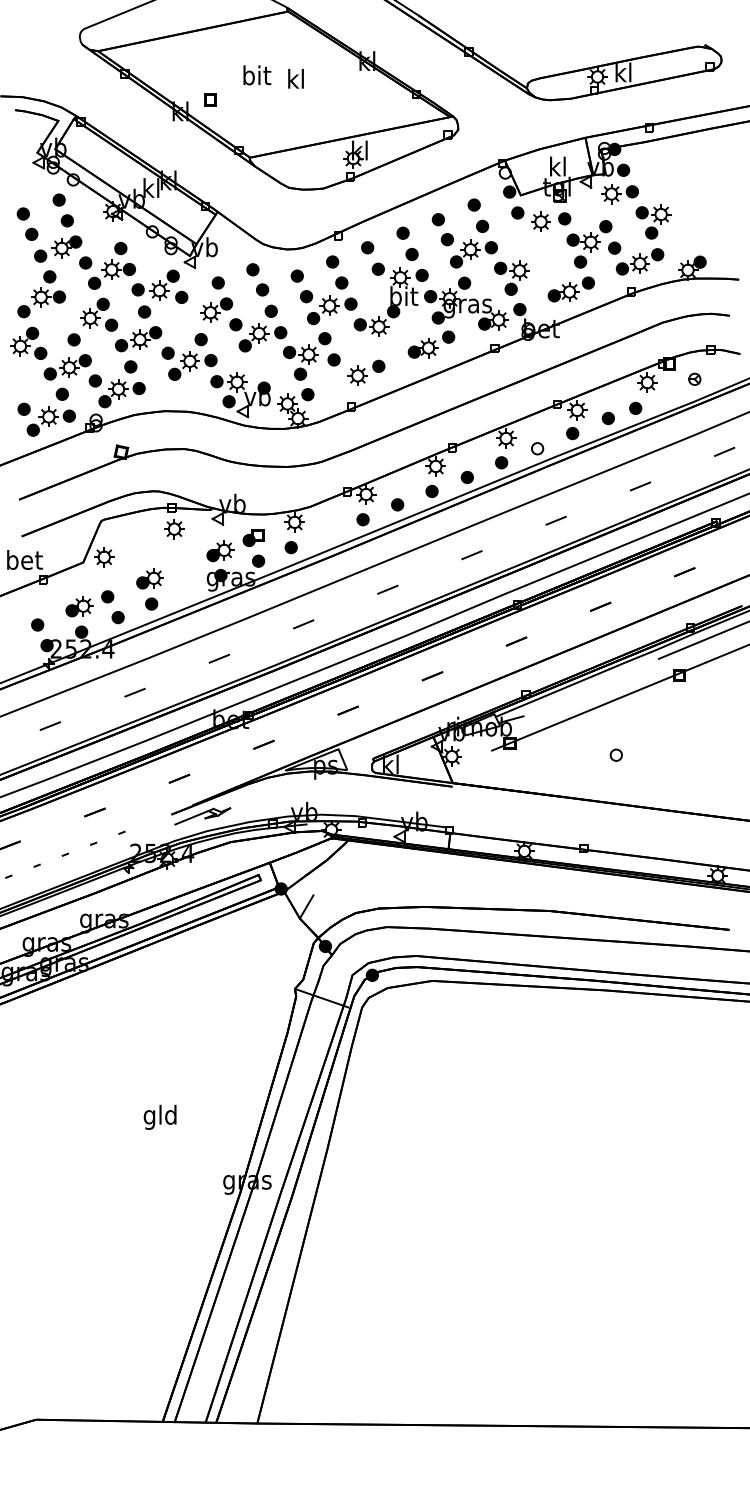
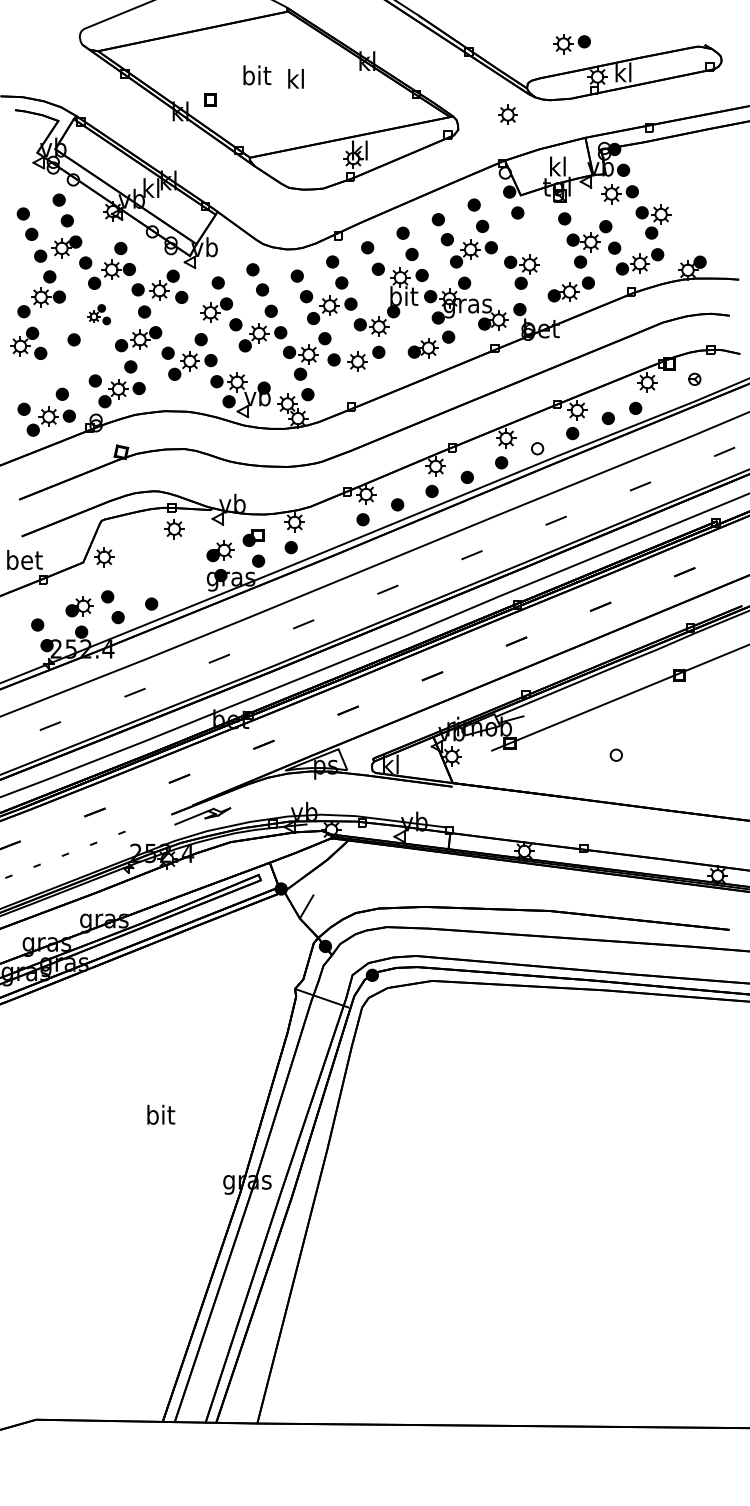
part at (571, 44): none -> present
part at (540, 221) position: (540, 221) -> (507, 114)
part at (511, 277) position: (511, 277) -> (521, 271)
part at (99, 314) size: 39x35 px -> 24x22 px
part at (67, 367): present -> none
part at (366, 372) position: (366, 372) -> (366, 358)
part at (149, 578): present -> none
line at (702, 640): present -> none
text at (159, 1116): gld -> bit
